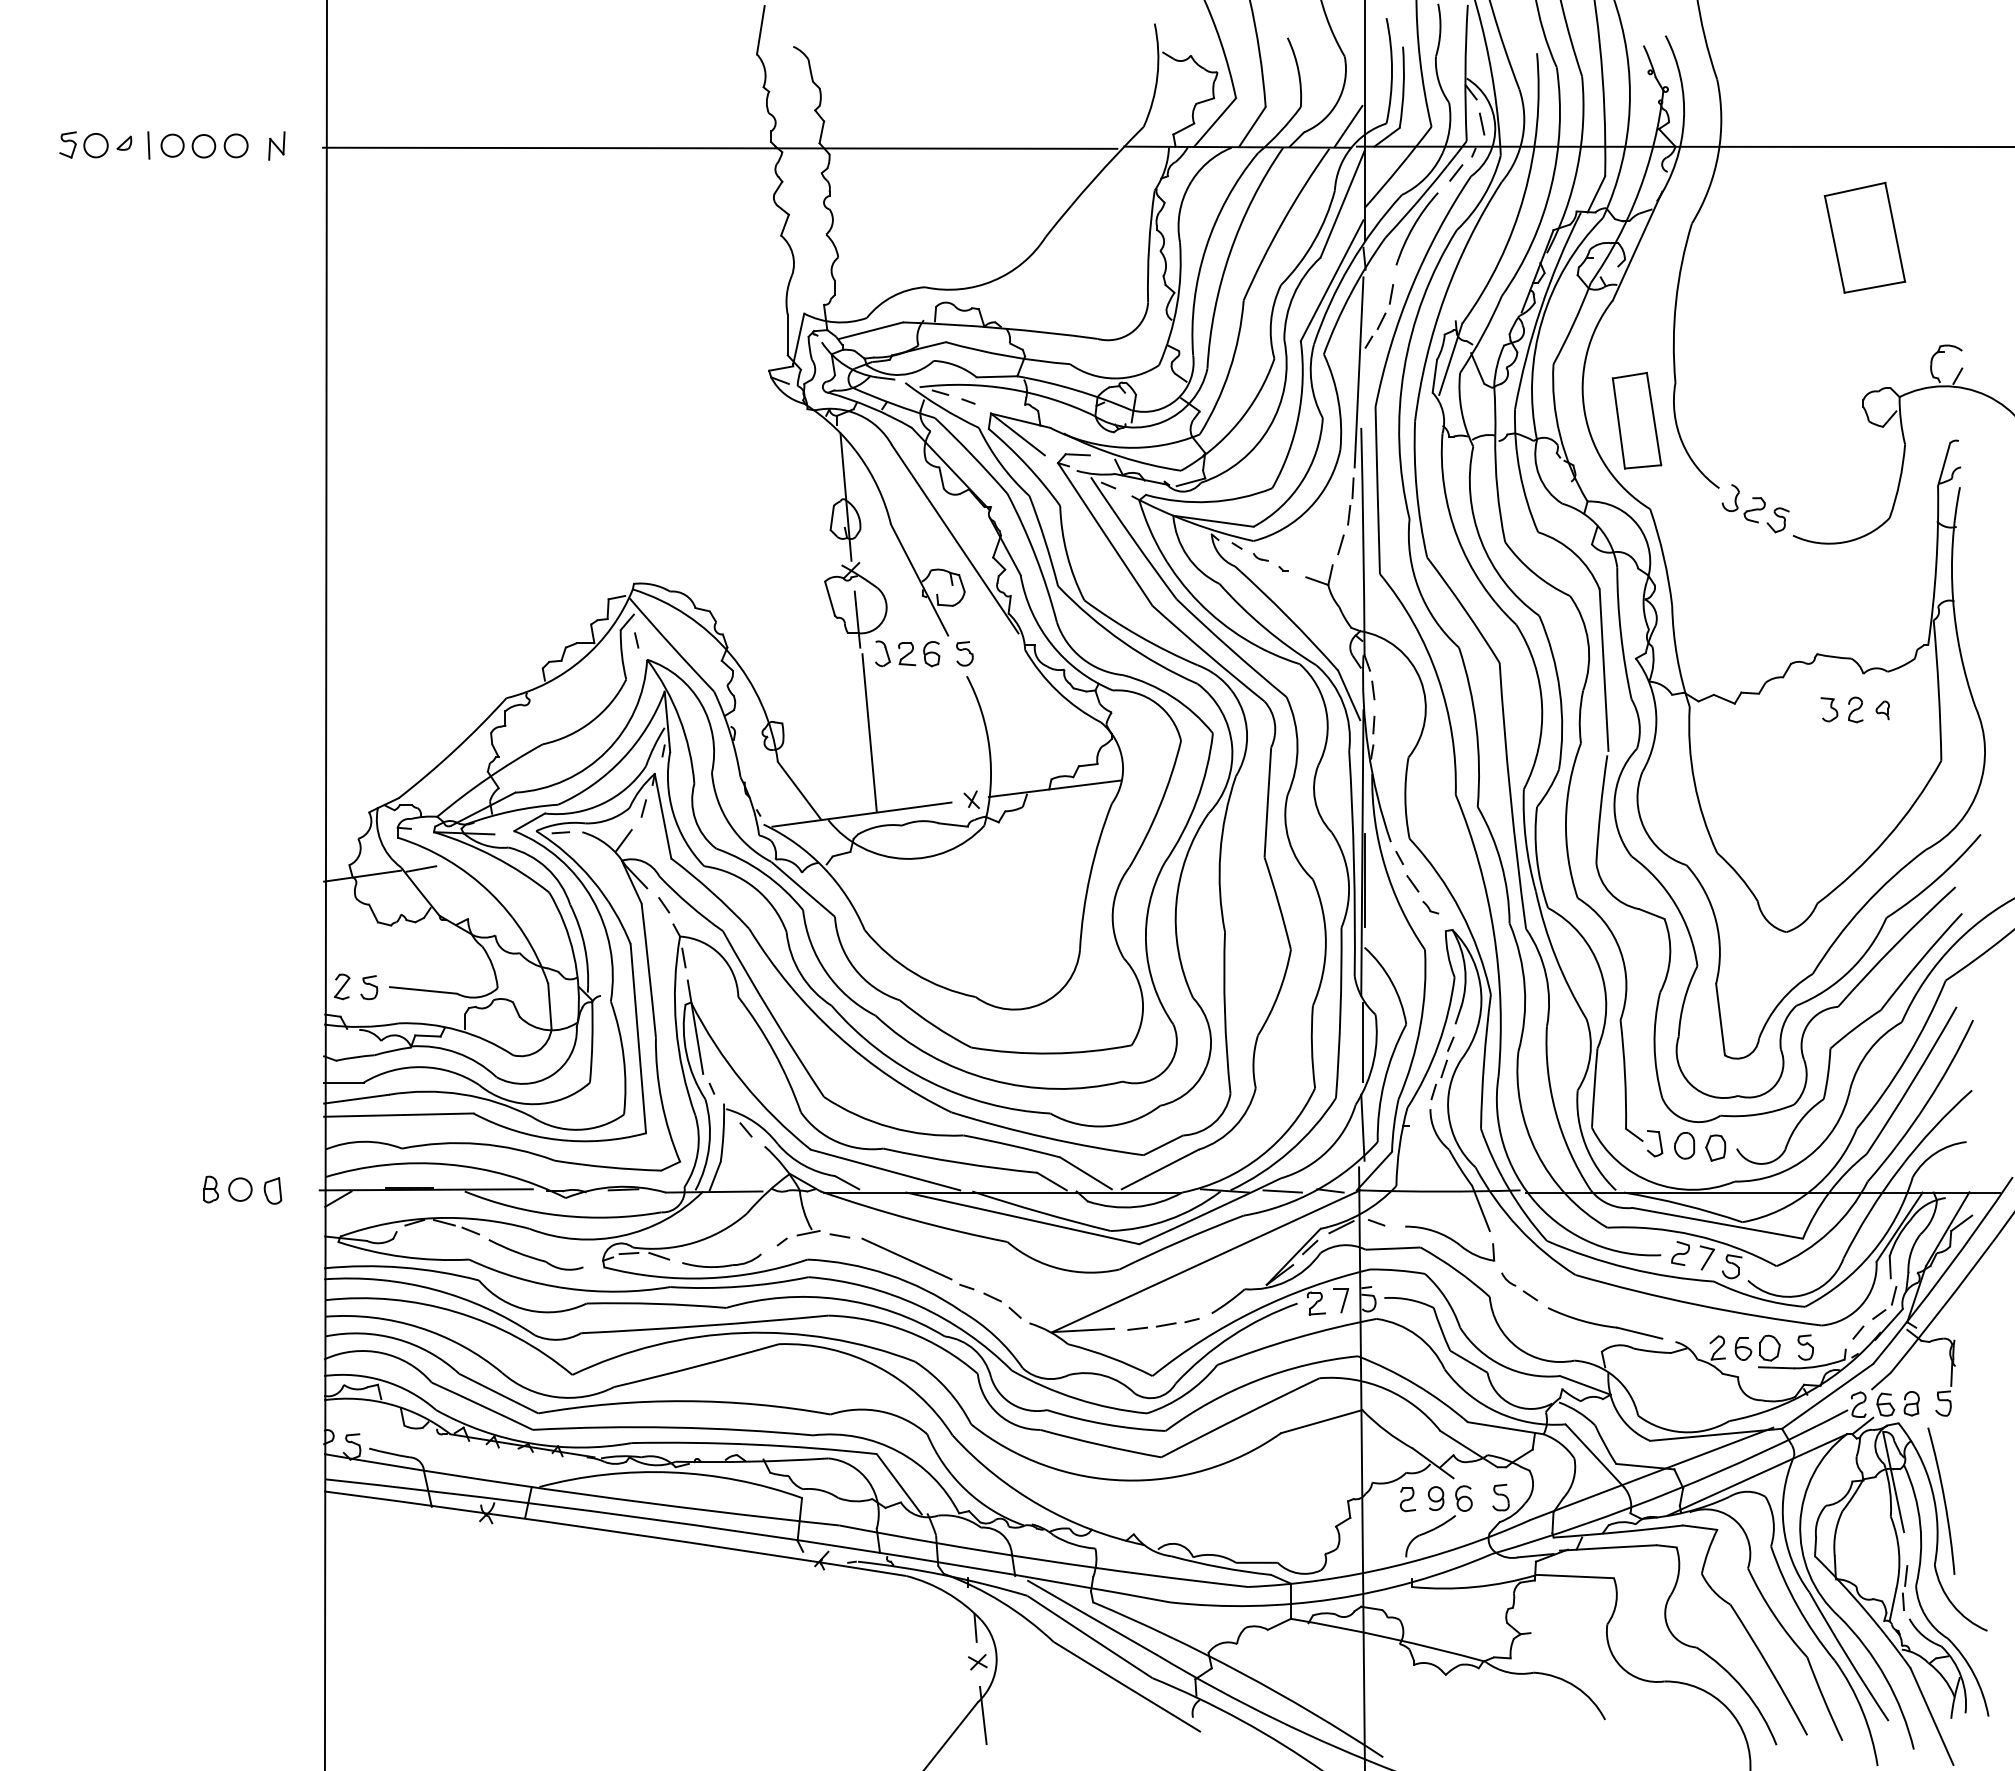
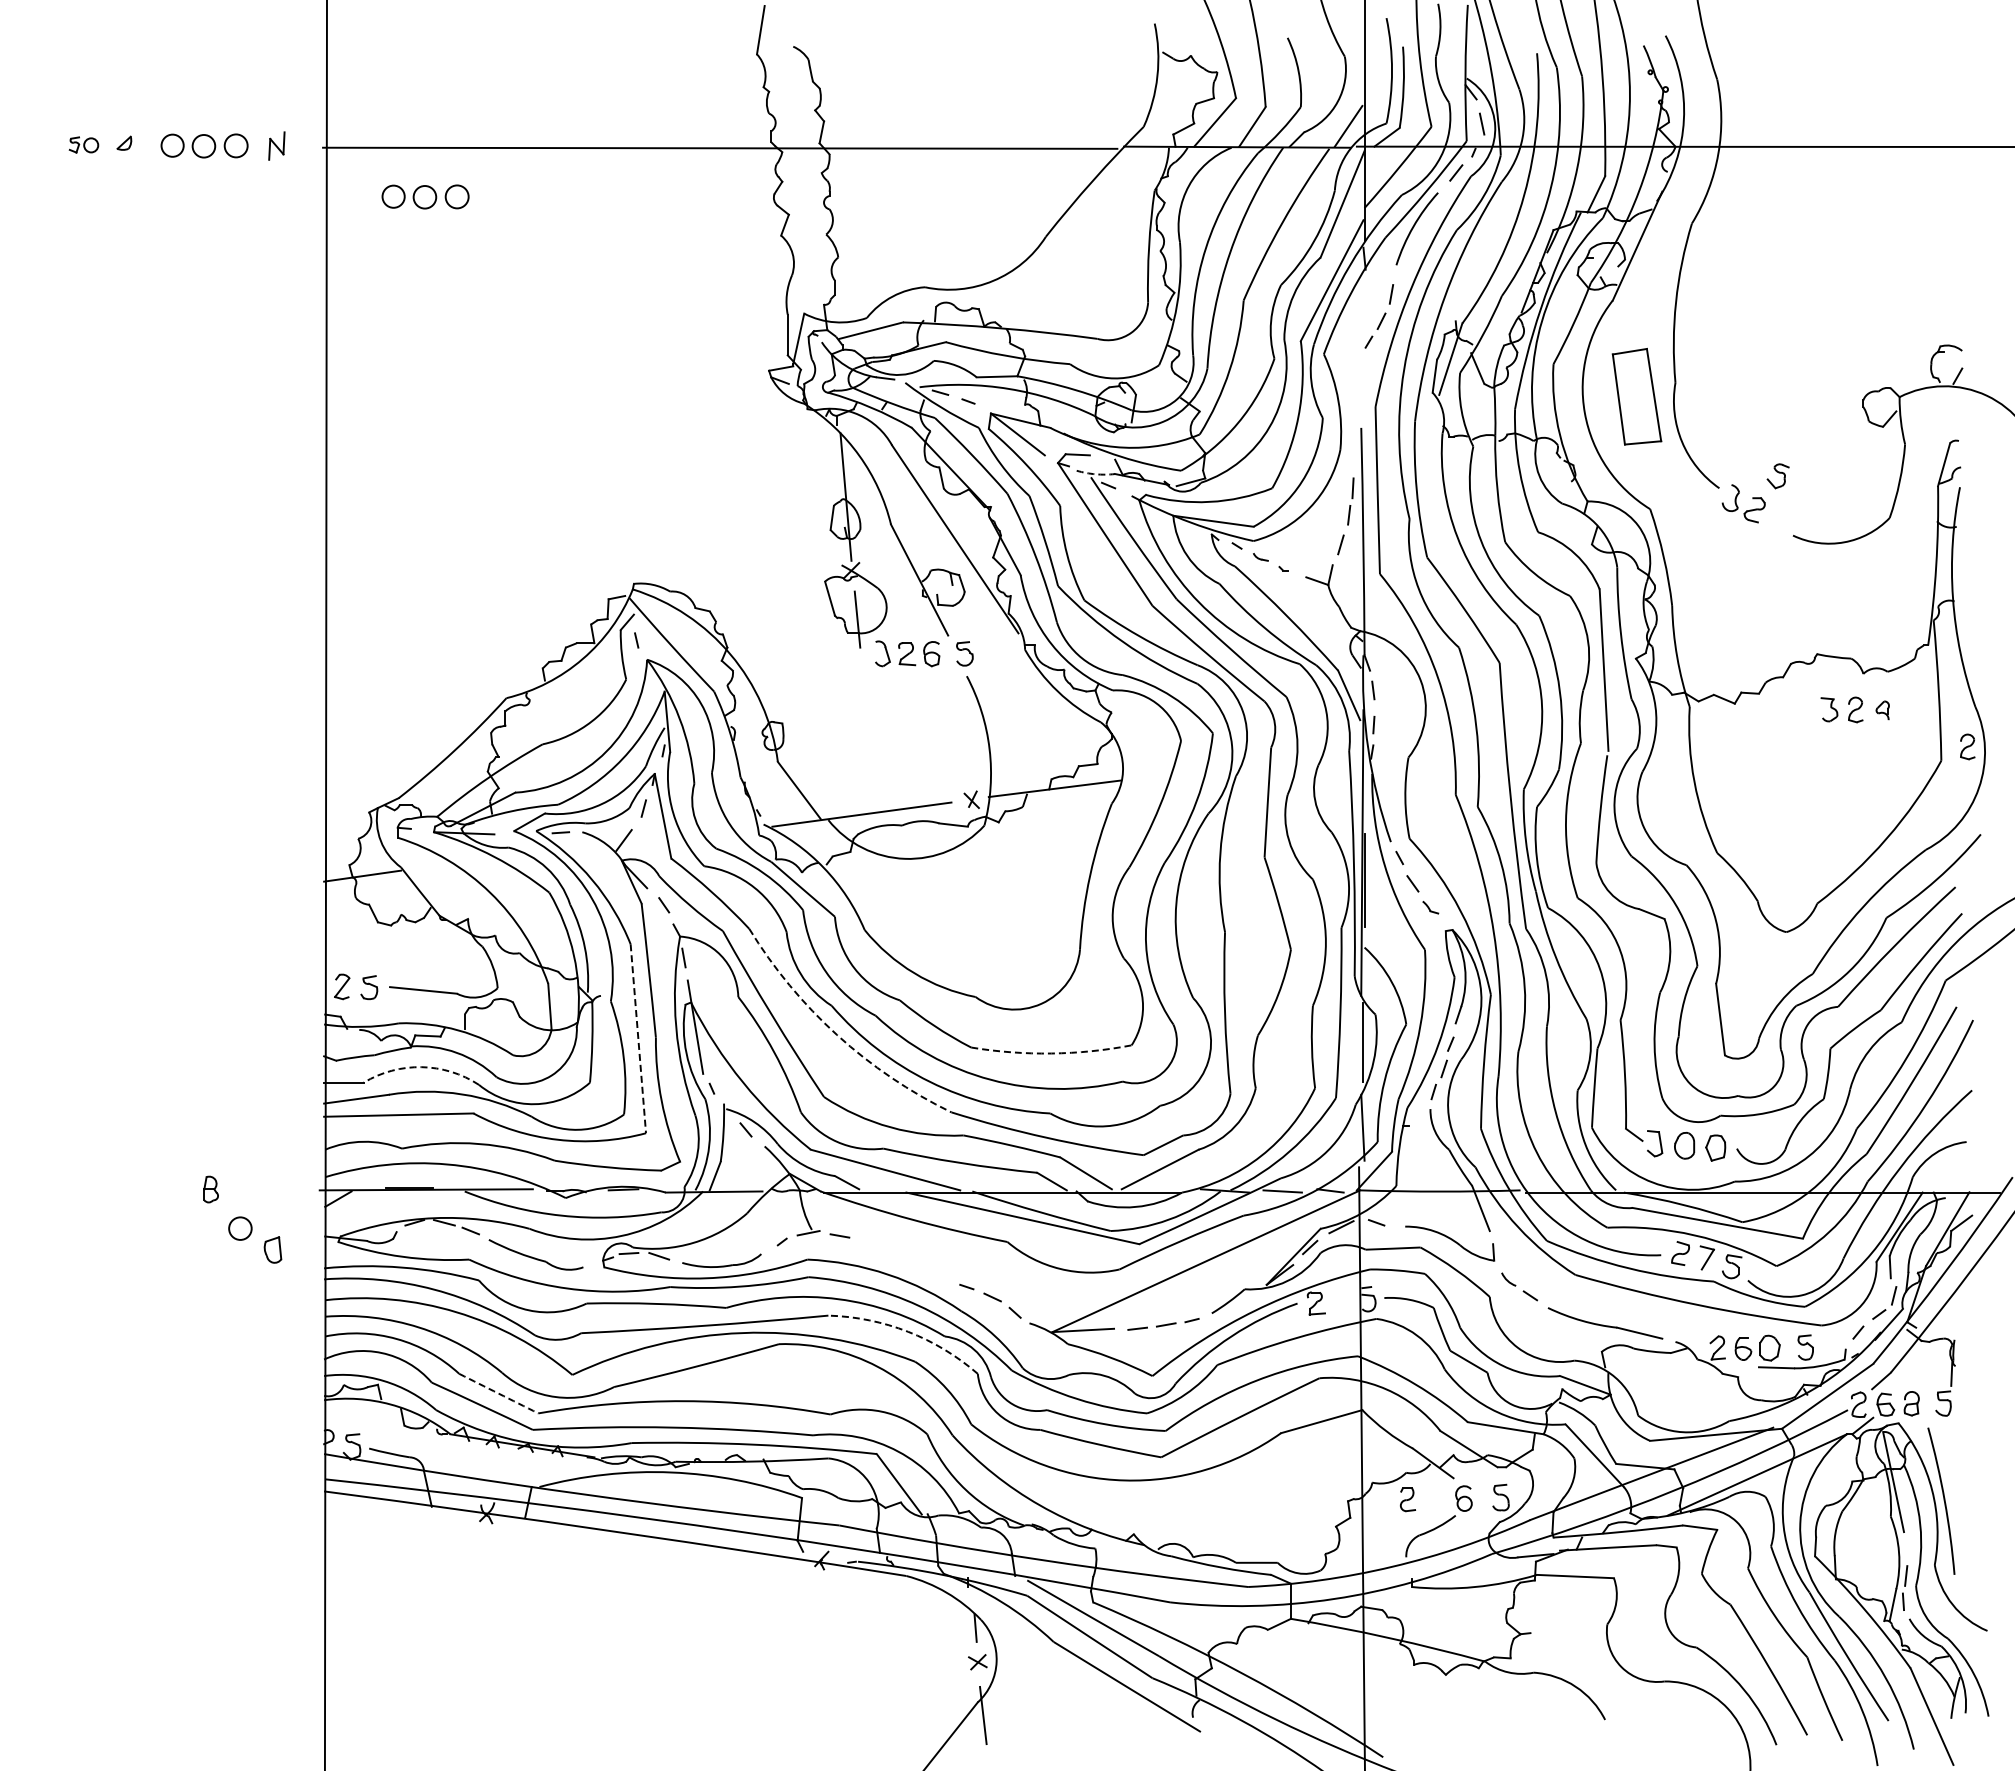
part at (83, 144) size: 50x28 px -> 32x18 px
line at (148, 145): present -> none
part at (425, 196): none -> present
part at (1864, 237): present -> none
line at (1358, 372): present -> none
part at (1636, 420) position: (1636, 420) -> (1636, 396)
arc at (1095, 474): solid -> dashed
part at (1777, 520) position: (1777, 520) -> (1777, 476)
line at (869, 732): present -> none
part at (1967, 746): none -> present
line at (421, 868): present -> none
arc at (837, 1035): solid -> dashed
line at (638, 1038): solid -> dashed
arc at (1051, 1053): solid -> dashed
arc at (421, 1067): solid -> dashed
circle at (240, 1189) position: (240, 1189) -> (240, 1228)
part at (272, 1190) position: (272, 1190) -> (272, 1249)
line at (906, 1258): present -> none
part at (1340, 1300): present -> none
arc at (908, 1331): solid -> dashed
arc at (498, 1393): solid -> dashed
part at (1435, 1498): present -> none
